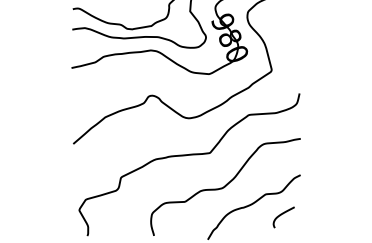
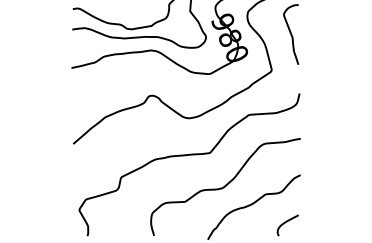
curve at (291, 34): none -> present
curve at (281, 215) position: (281, 215) -> (285, 223)
